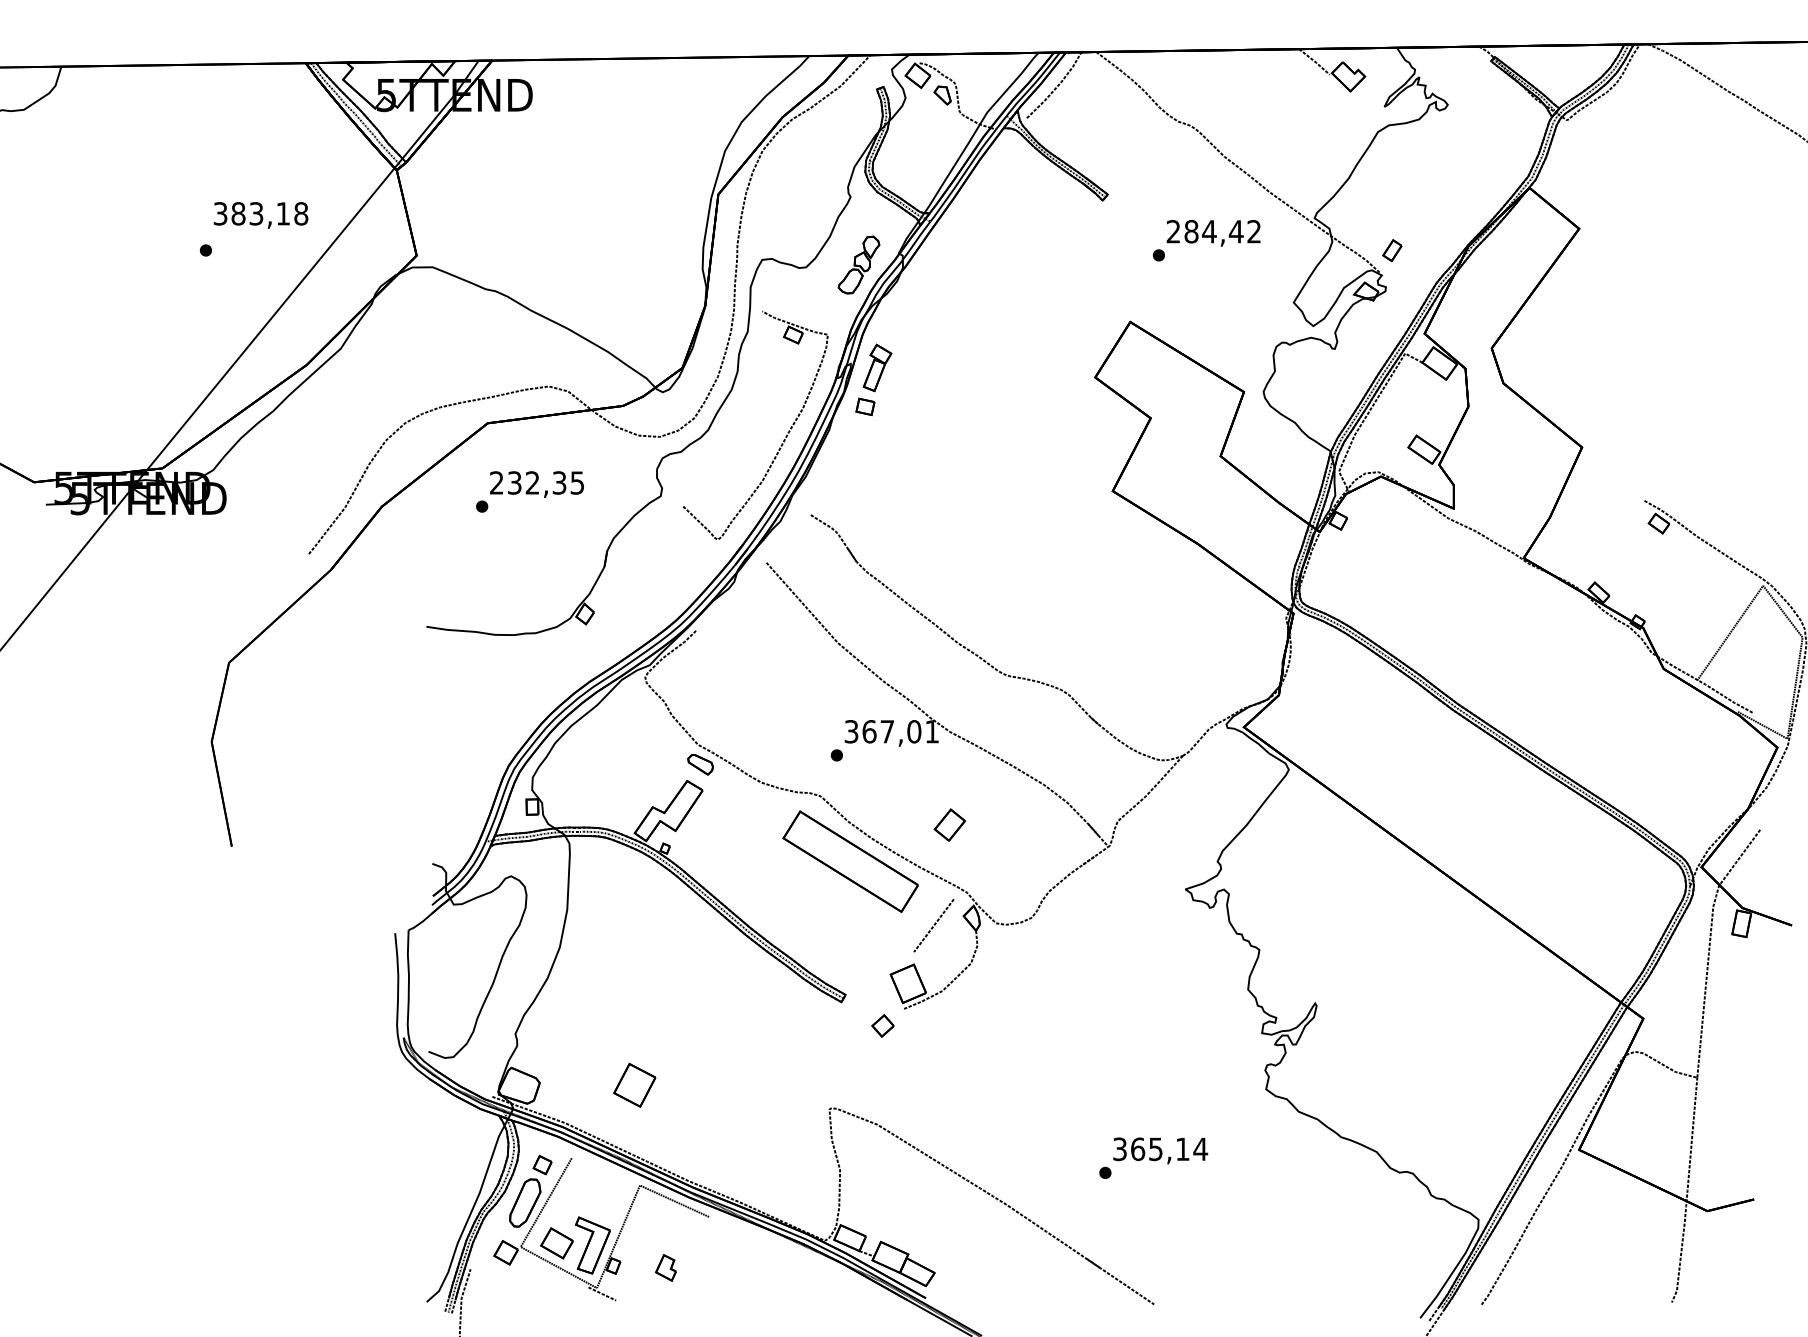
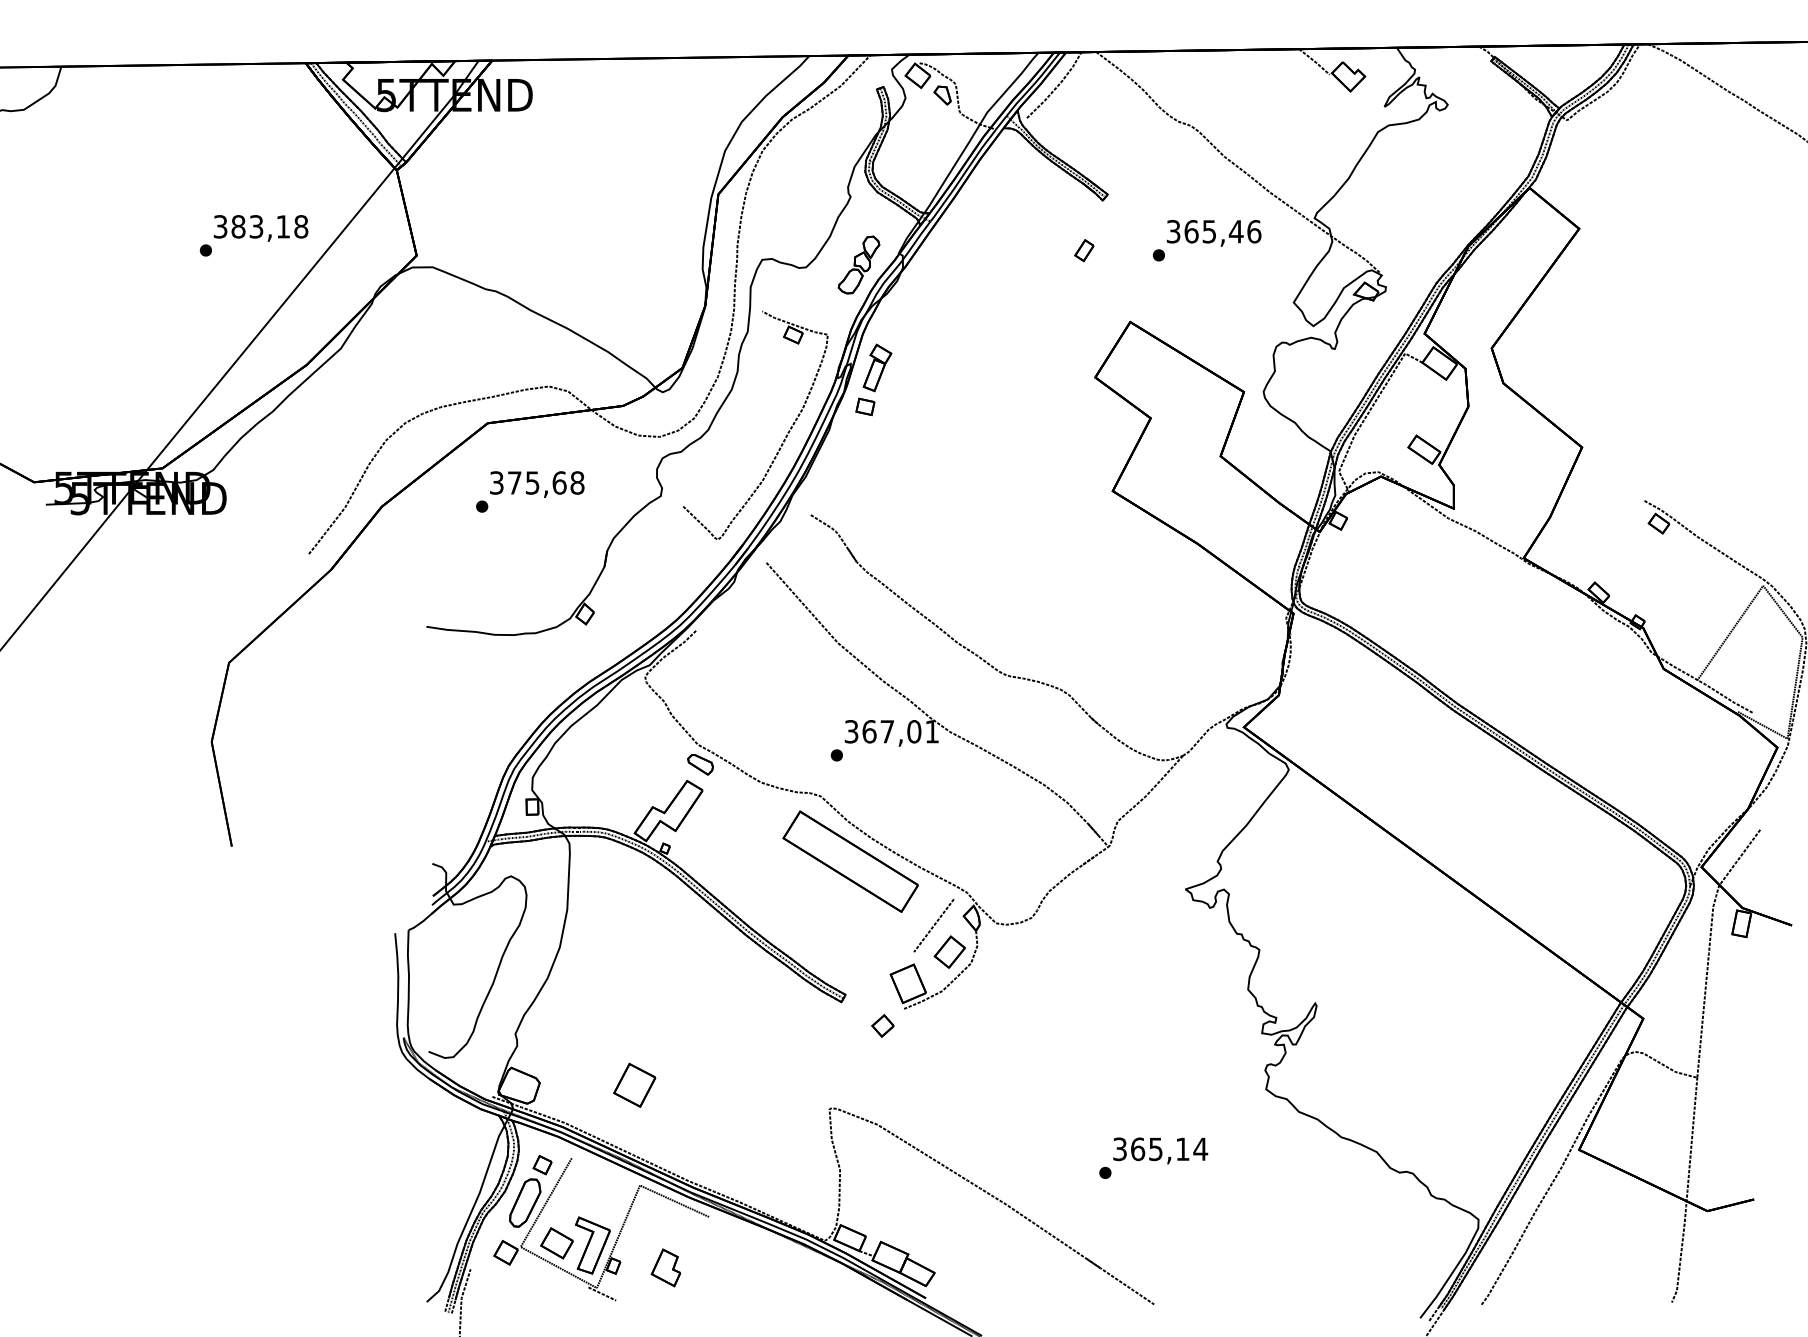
text at (260, 215) position: (260, 215) -> (260, 228)
text at (1213, 231): 284,42 -> 365,46
part at (1392, 250) position: (1392, 250) -> (1084, 250)
text at (537, 482): 232,35 -> 375,68
part at (949, 824) position: (949, 824) -> (949, 951)
part at (665, 1267) size: 22x28 px -> 32x40 px
